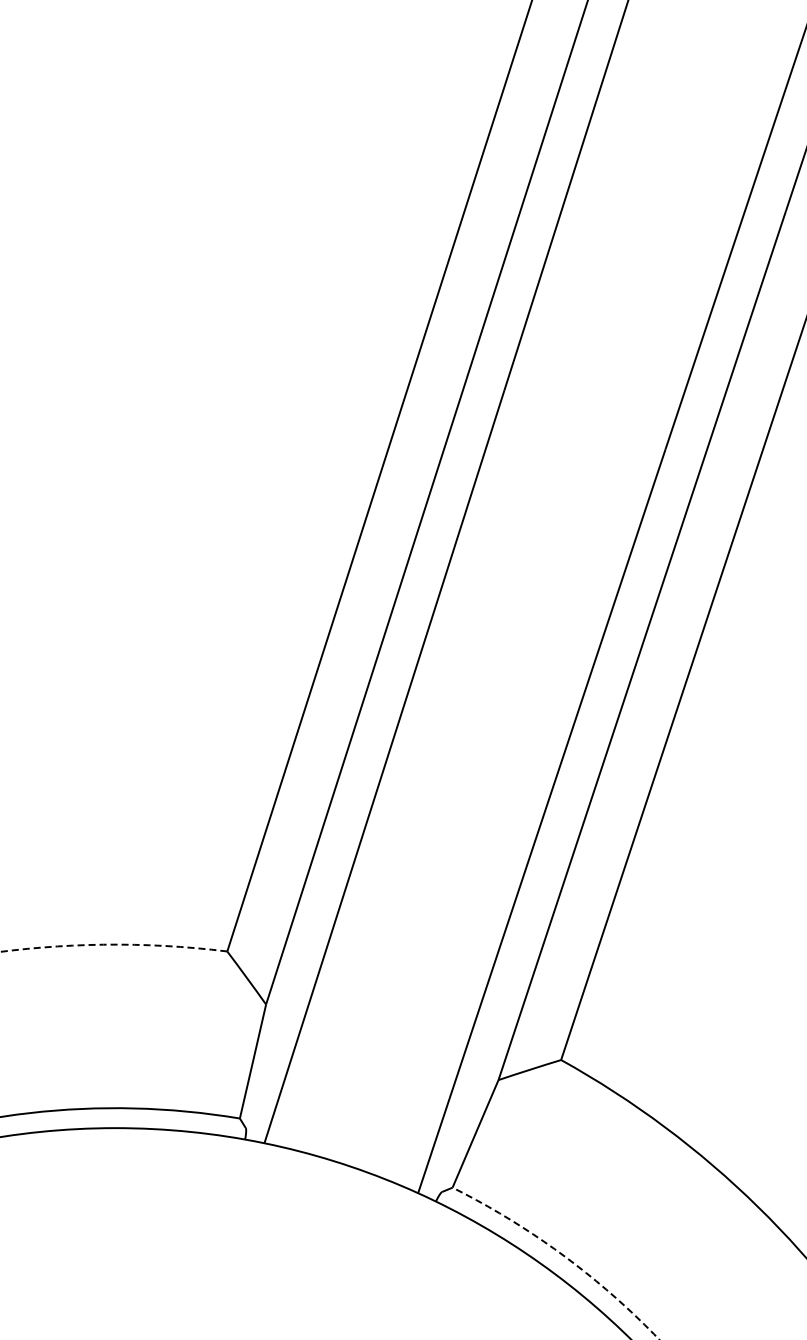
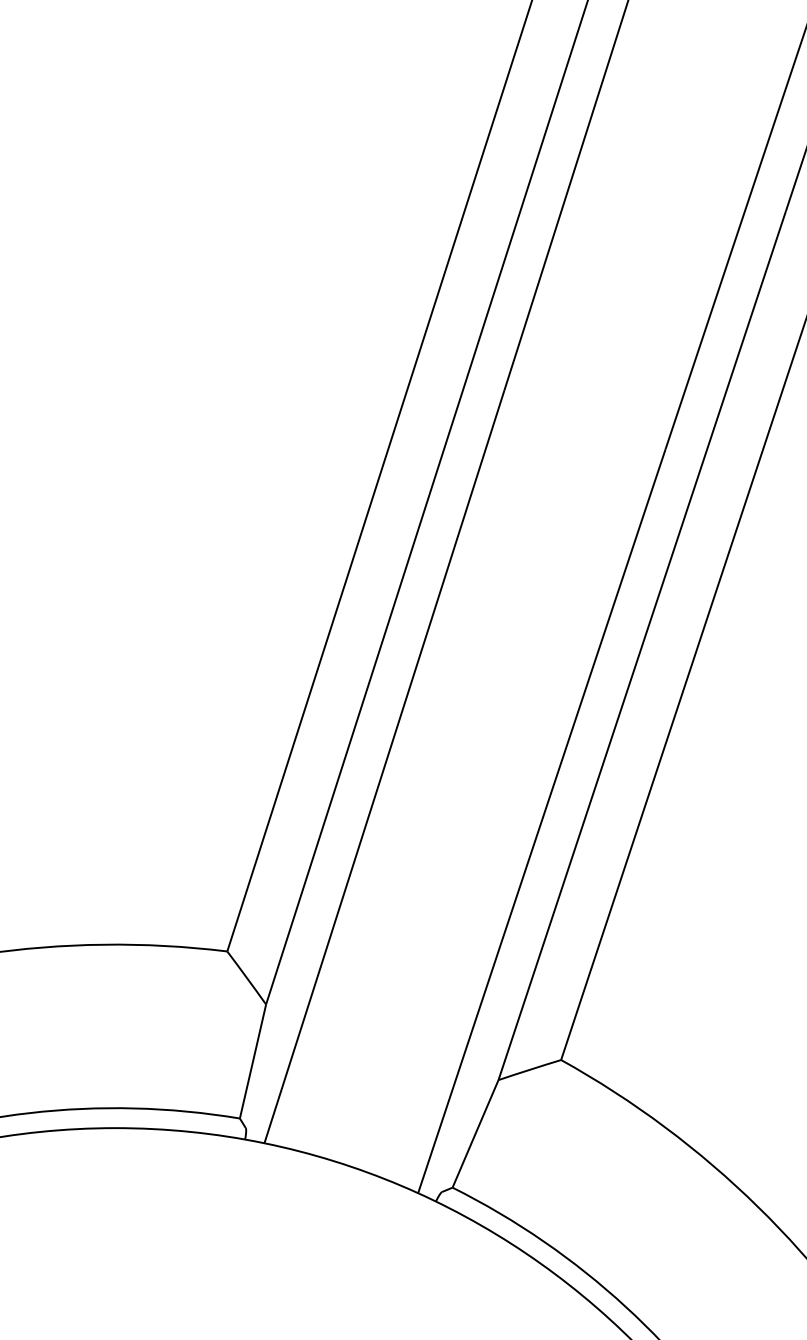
arc at (113, 944): dashed -> solid
arc at (562, 1255): dashed -> solid
